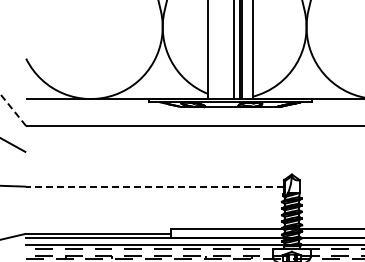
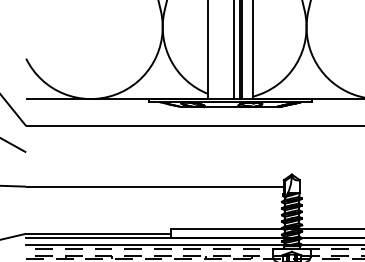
line at (13, 109): dashed -> solid
line at (155, 186): dashed -> solid
